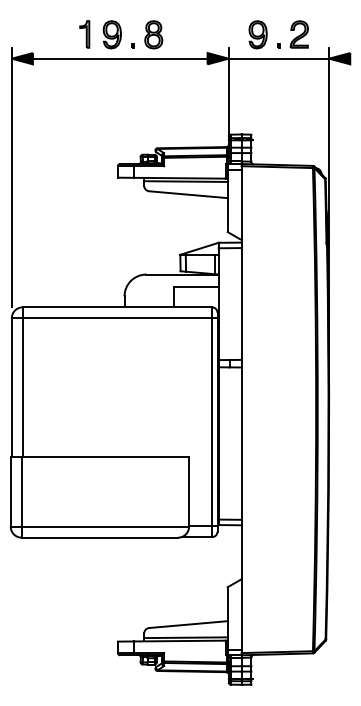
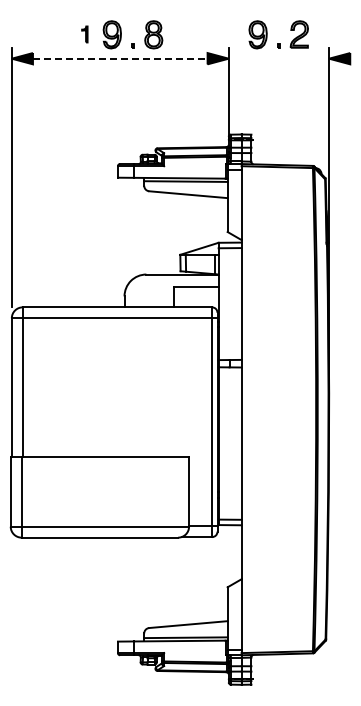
part at (84, 34) size: 12x29 px -> 8x19 px
line at (120, 58): solid -> dashed
line at (278, 58): present -> none
